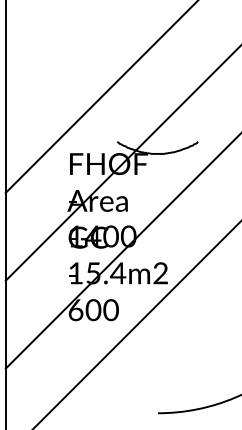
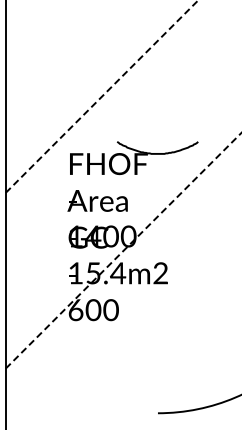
line at (101, 96): solid -> dashed
line at (121, 163): present -> none
line at (123, 250): solid -> dashed
line at (136, 324): present -> none
